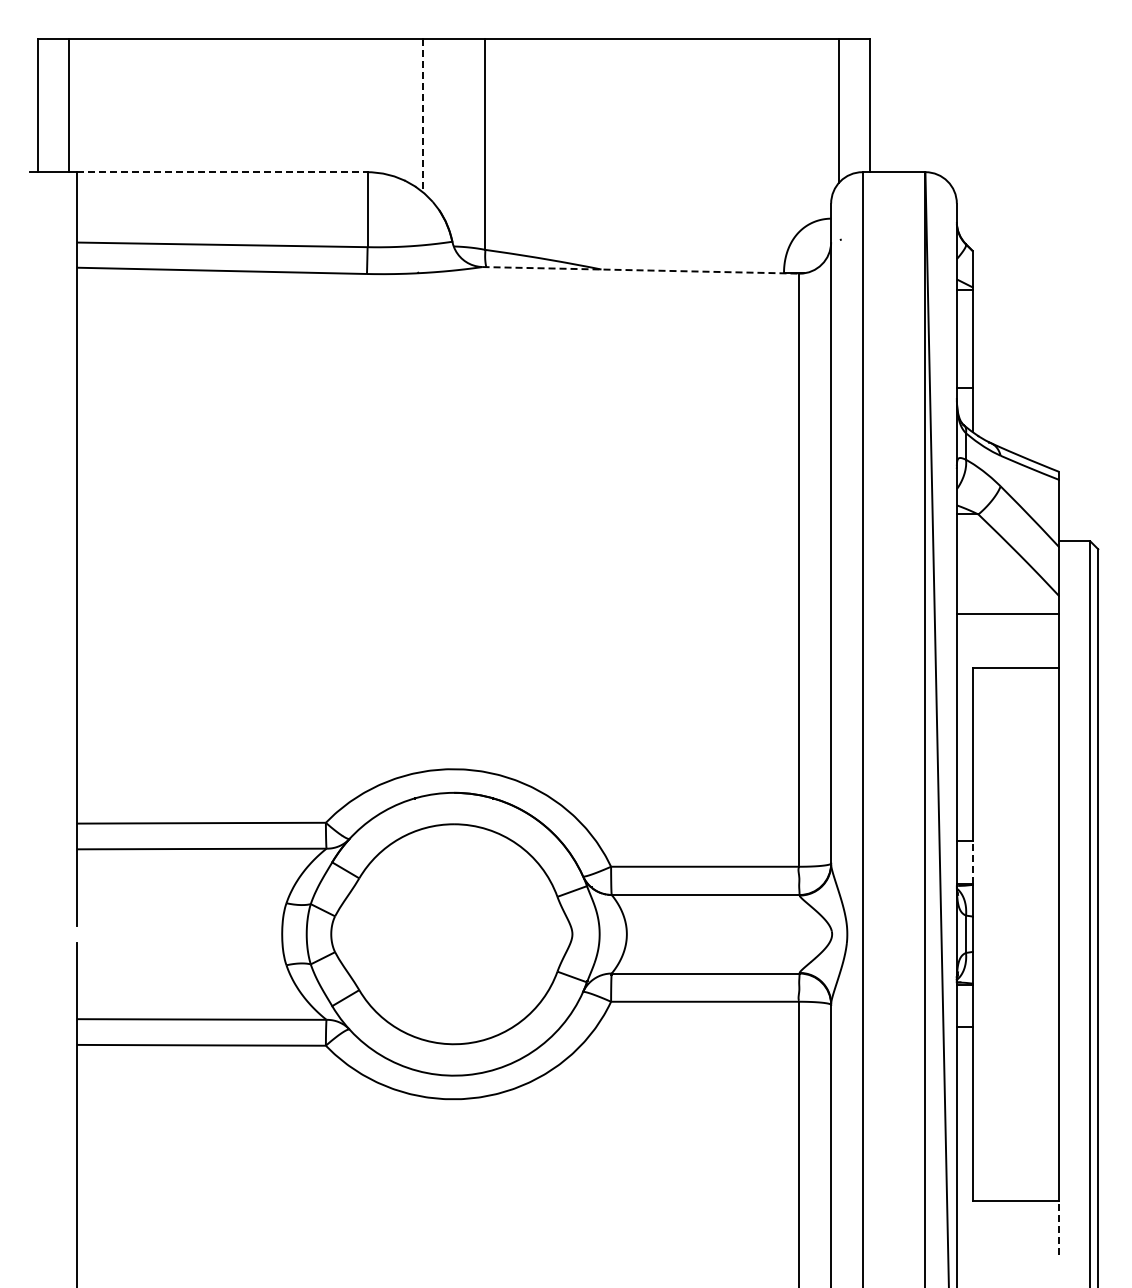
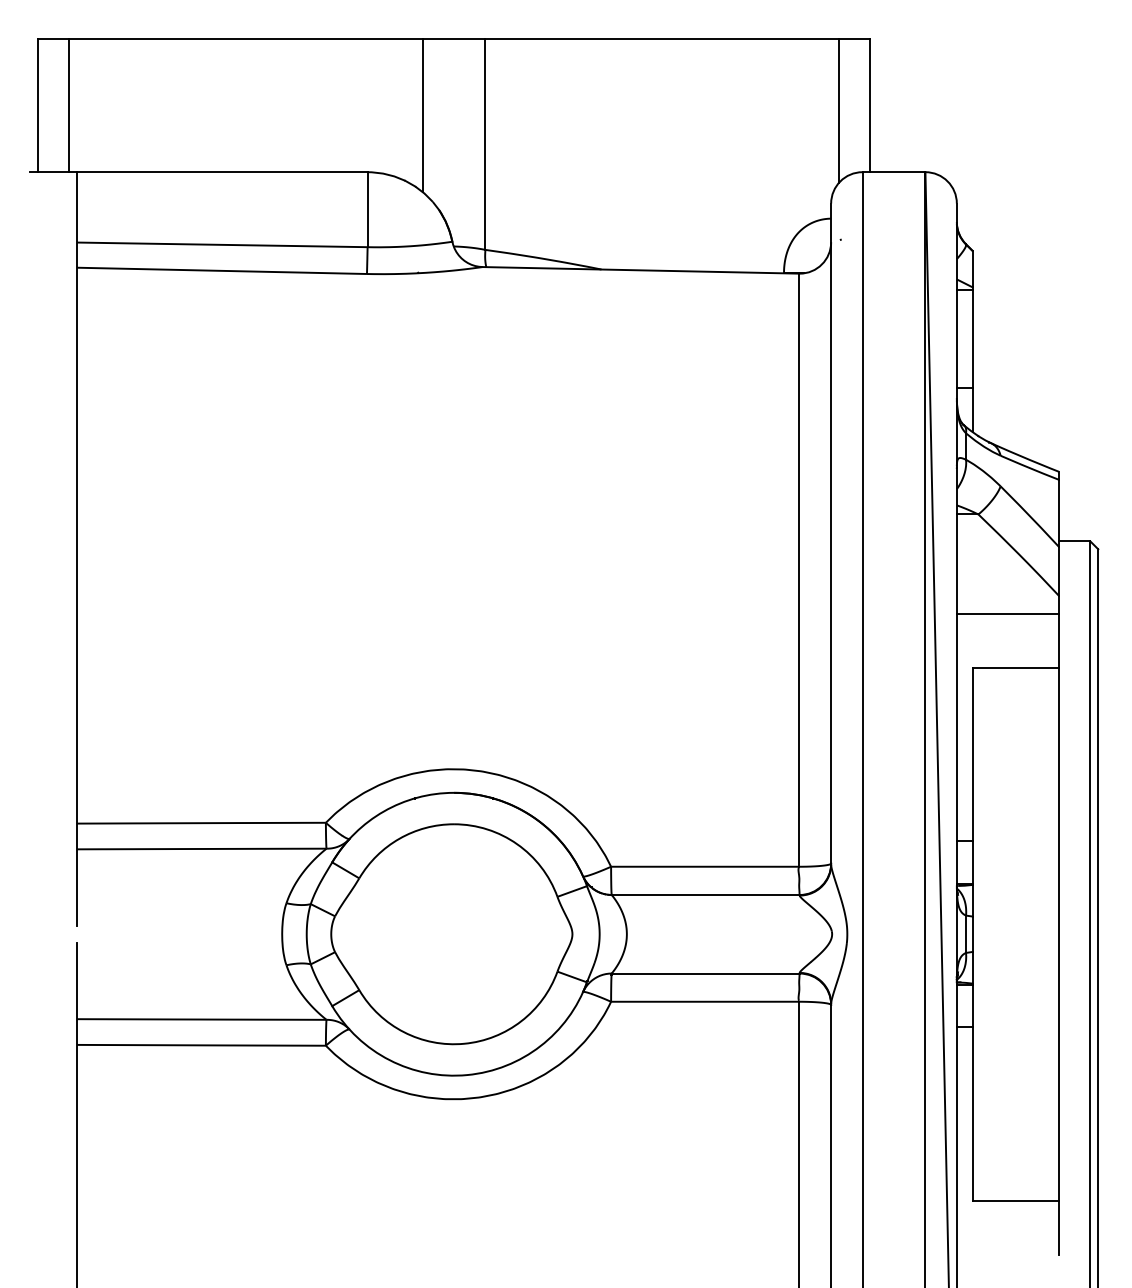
line at (422, 115): dashed -> solid
line at (222, 172): dashed -> solid
line at (641, 270): dashed -> solid
line at (972, 862): dashed -> solid
line at (1058, 1228): dashed -> solid
